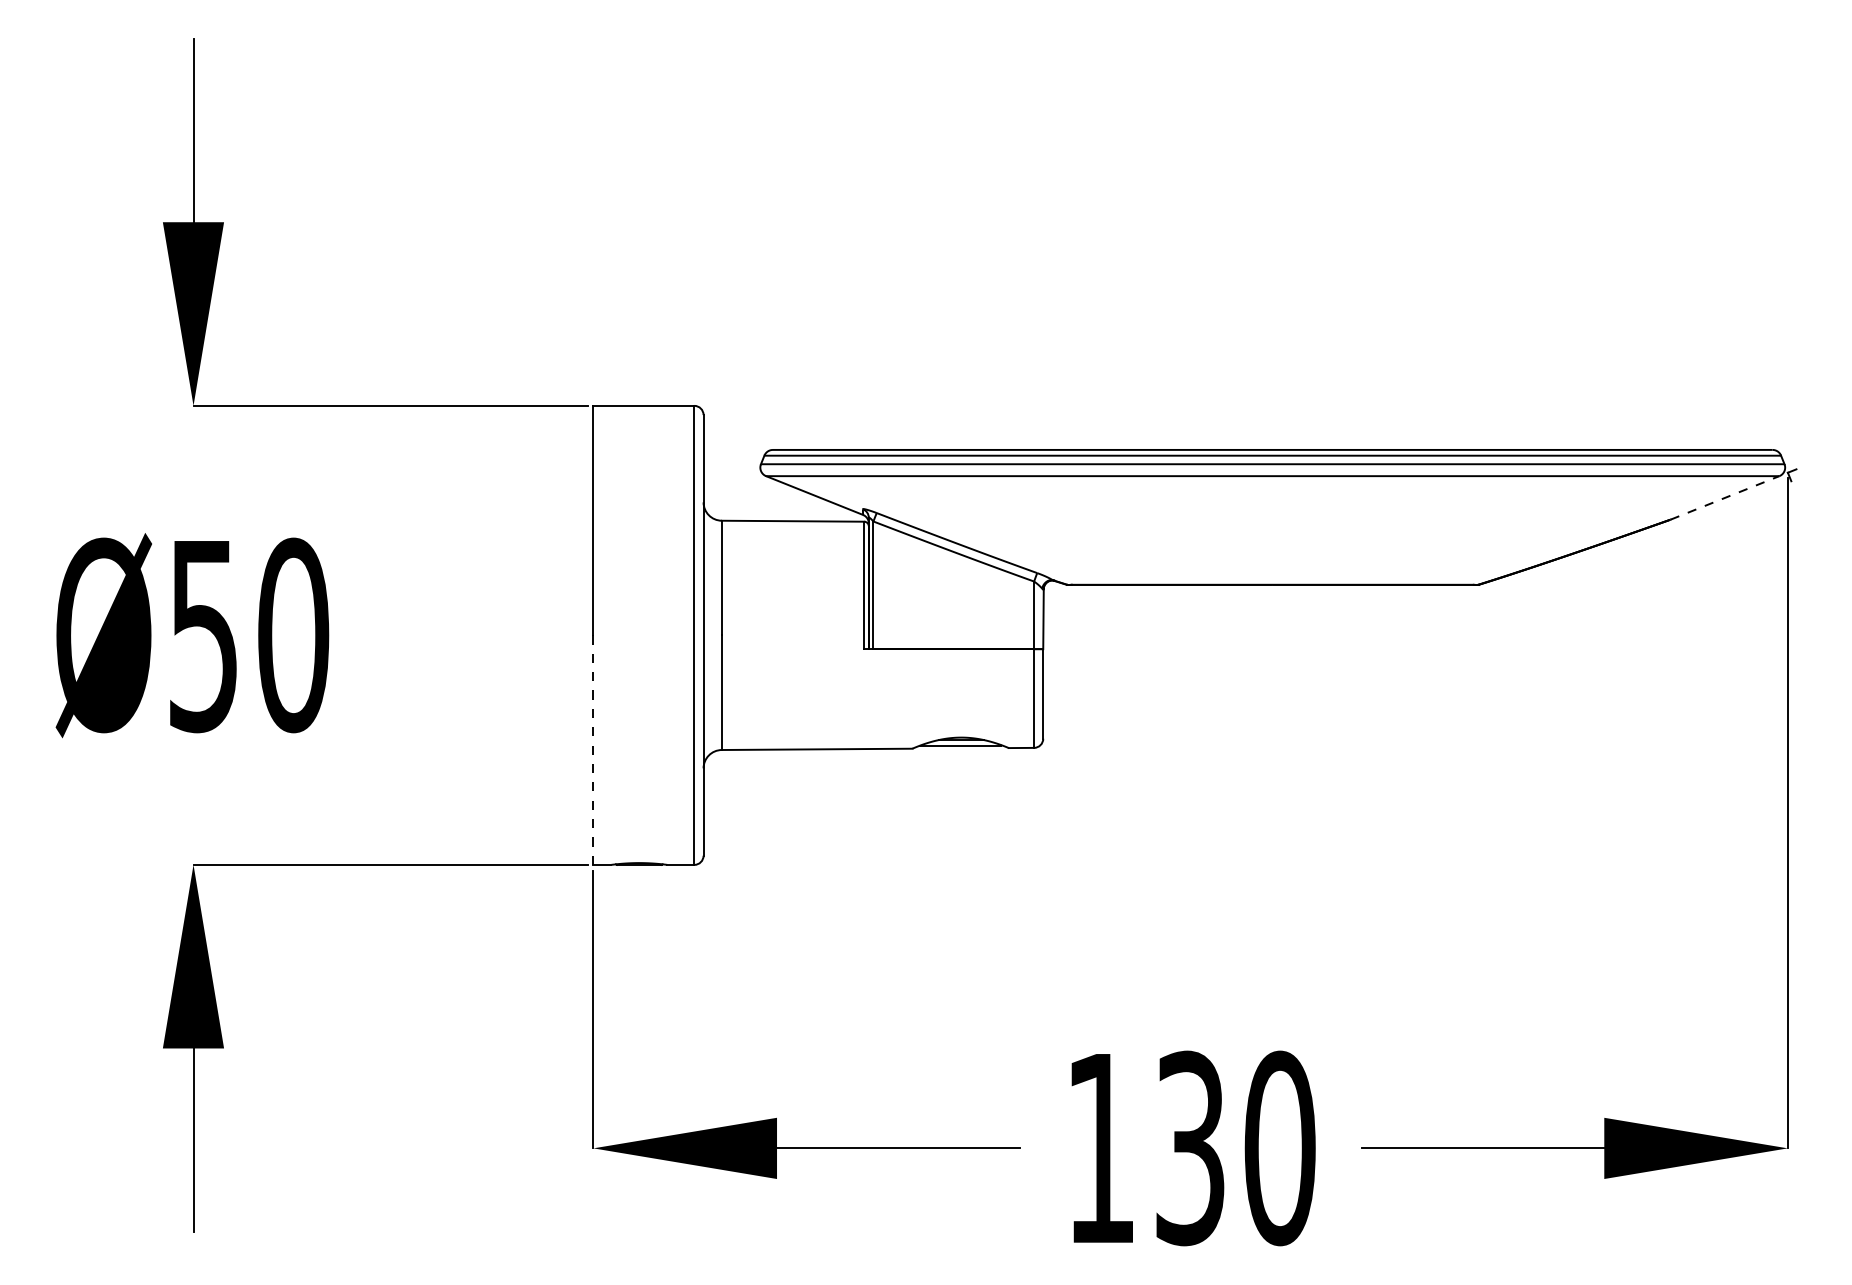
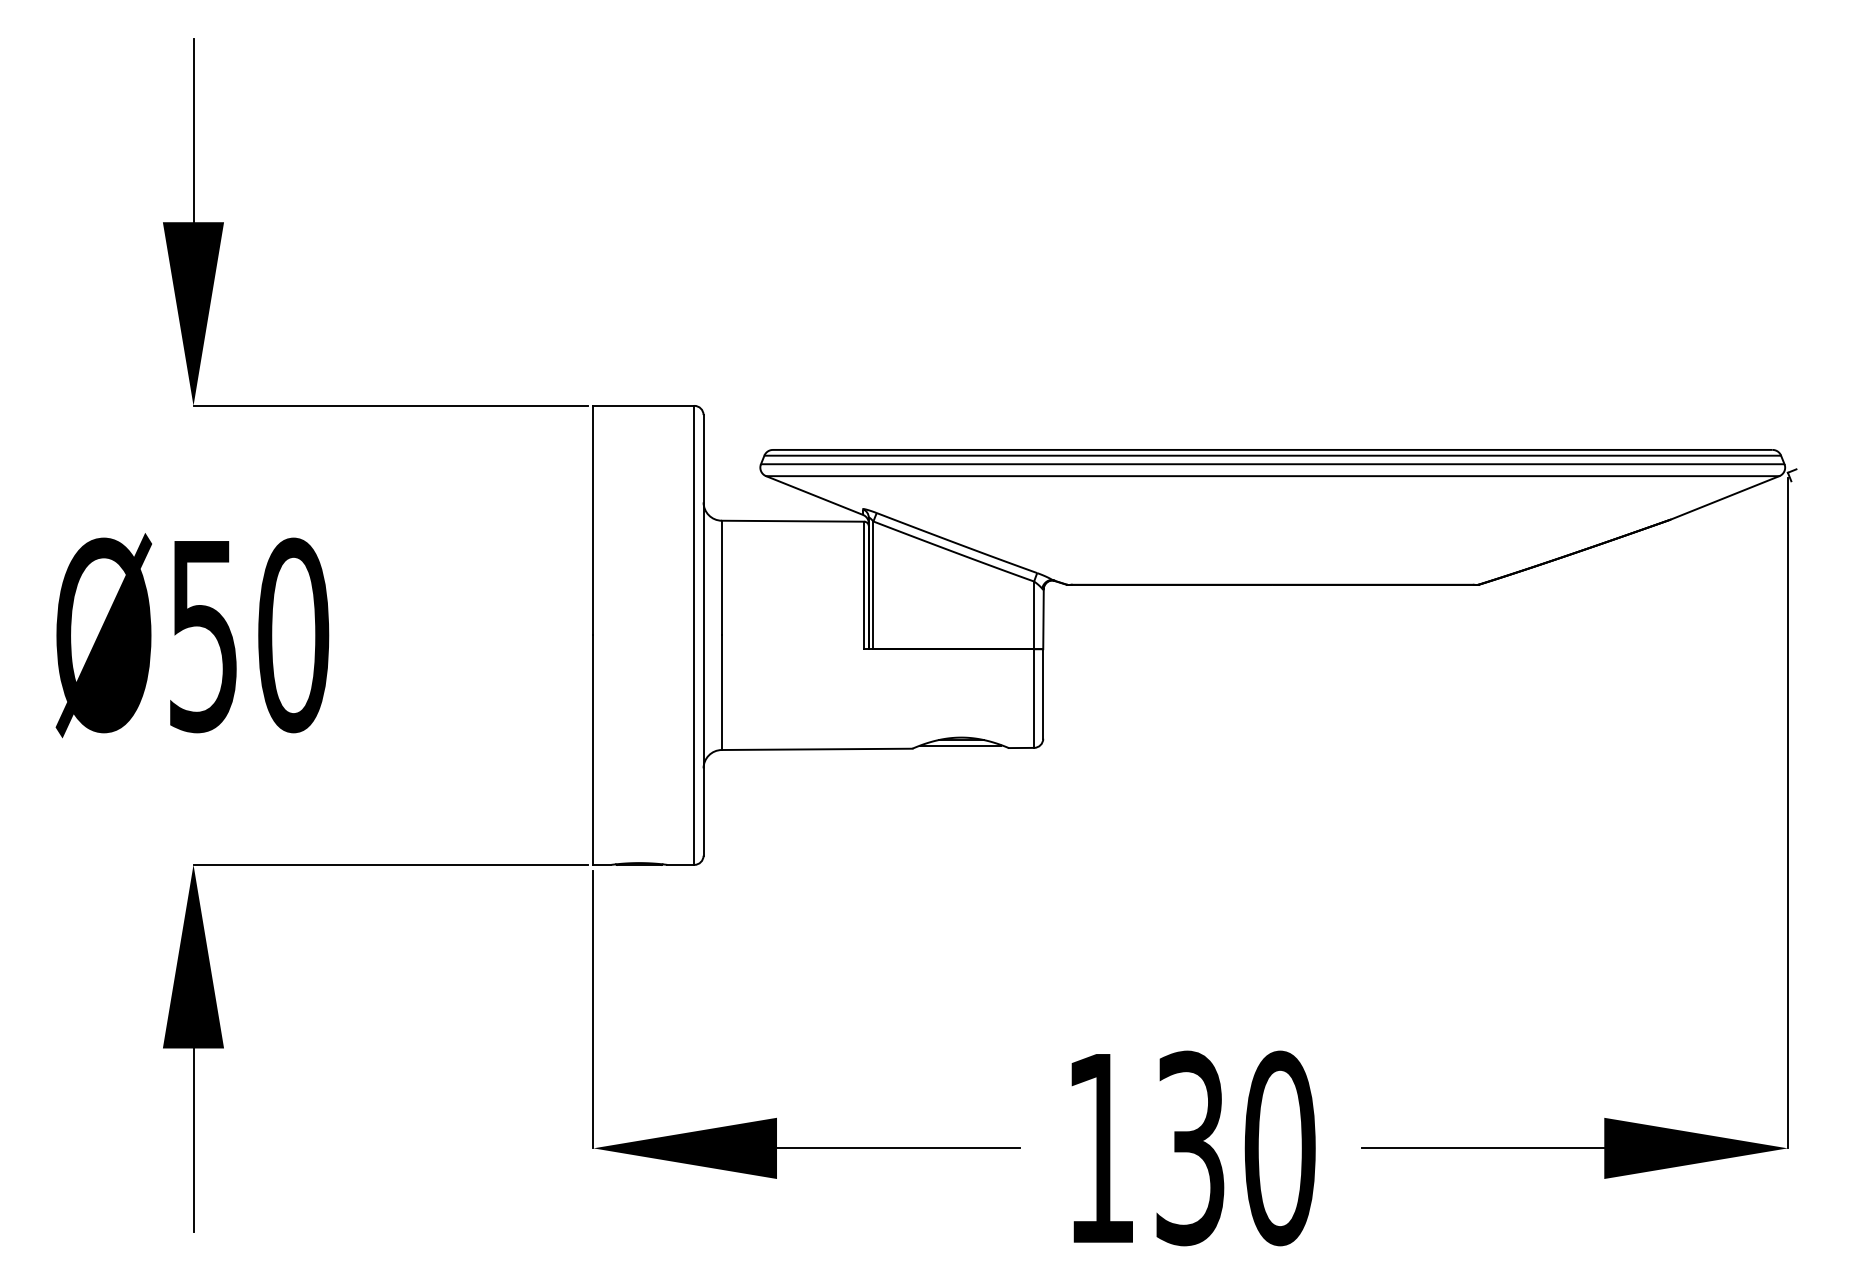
line at (1725, 497): dashed -> solid
line at (593, 750): dashed -> solid
